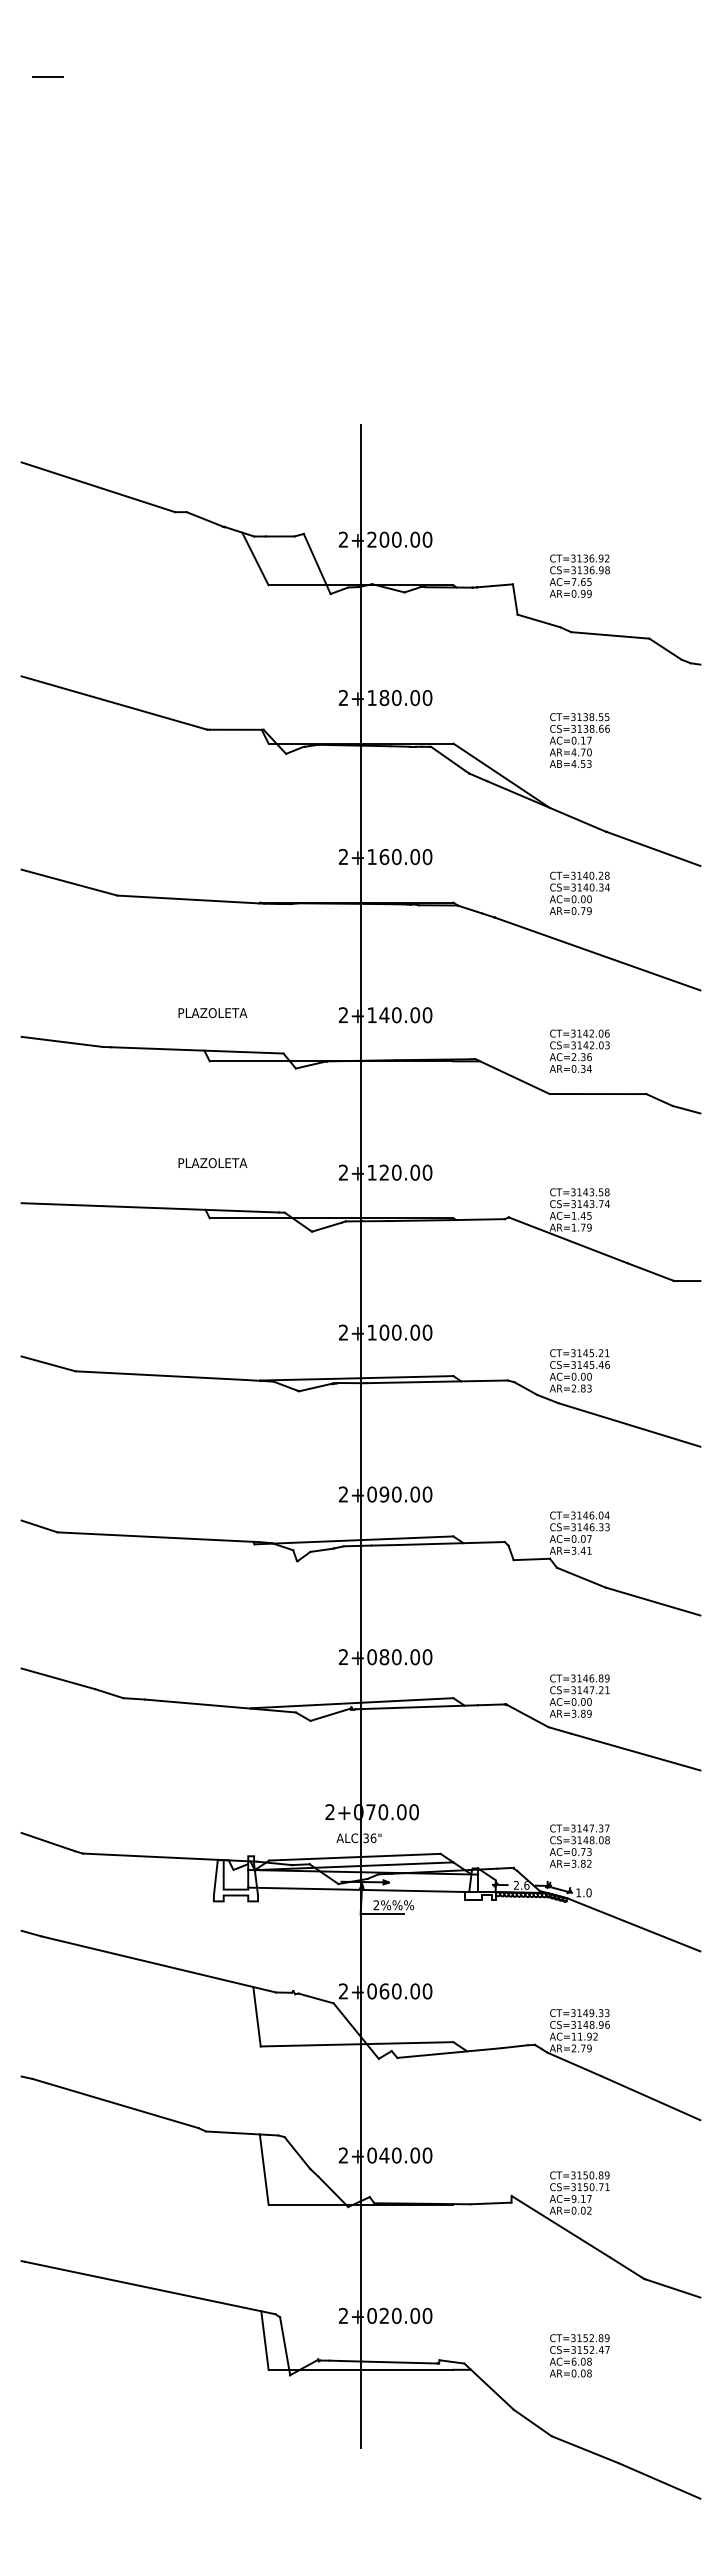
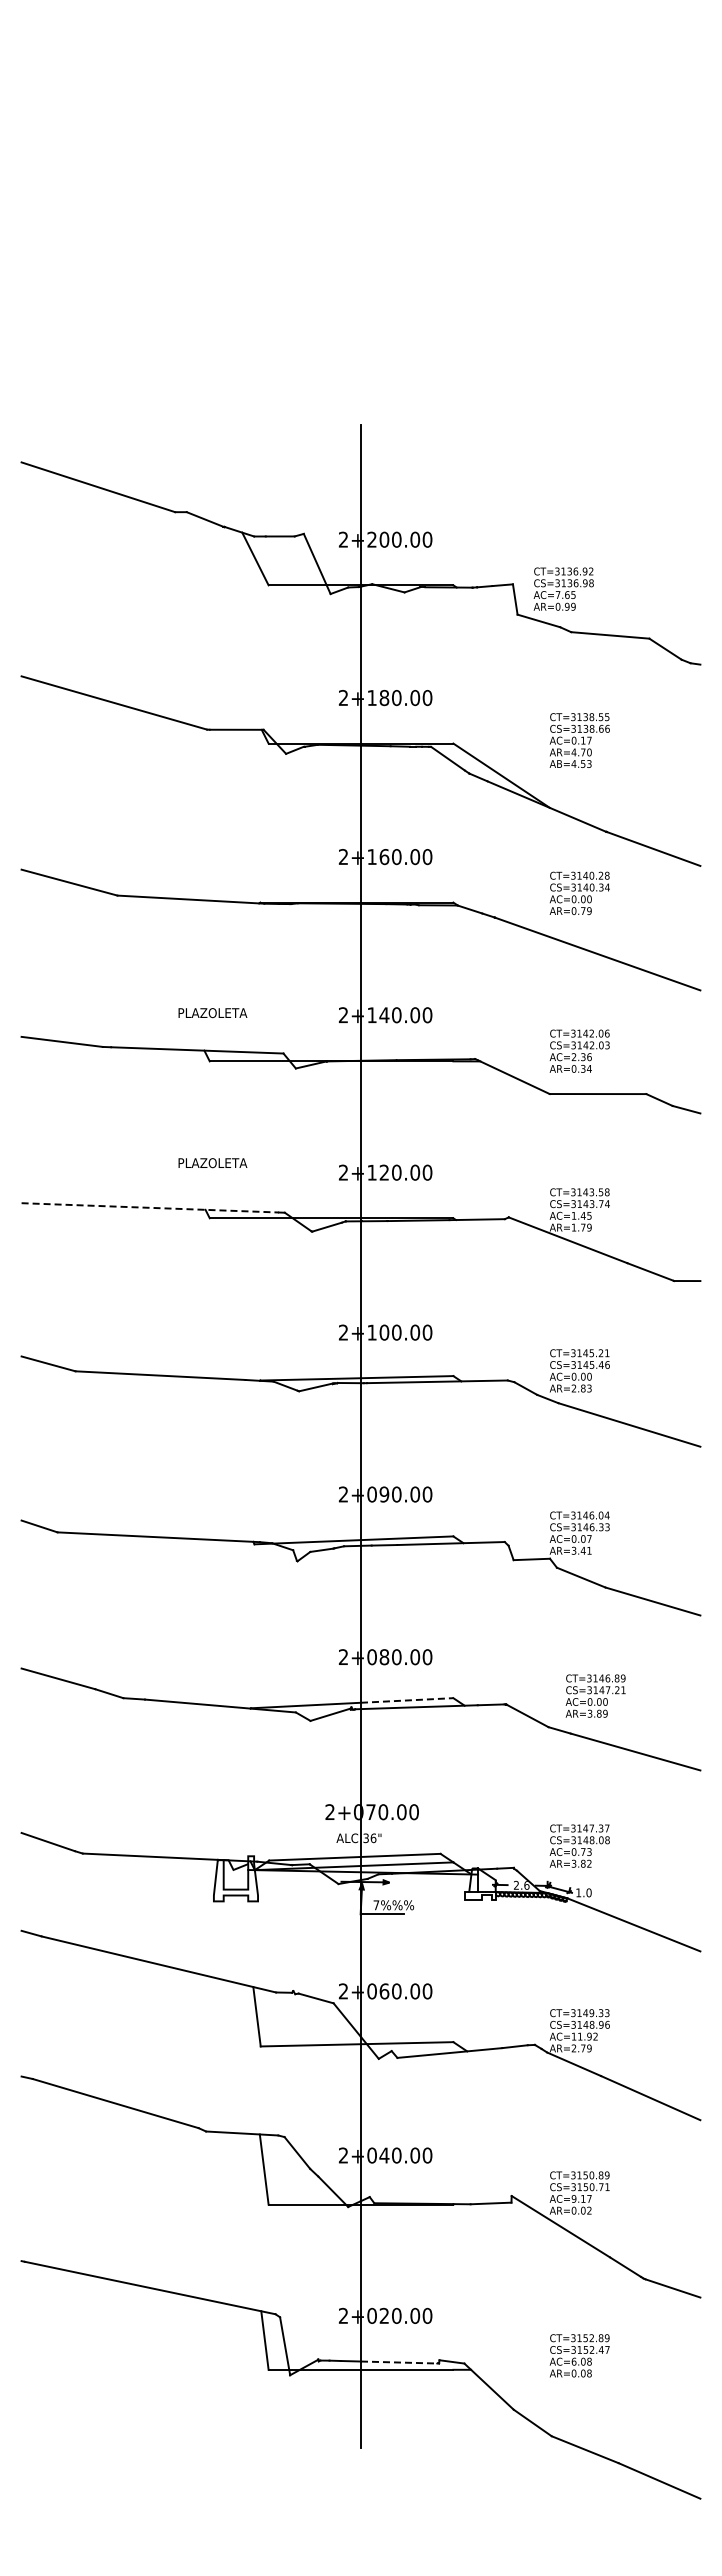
line at (47, 77): present -> none
text at (579, 575) position: (579, 575) -> (563, 588)
line at (150, 1207): solid -> dashed
text at (579, 1695) position: (579, 1695) -> (595, 1695)
line at (407, 1700): solid -> dashed
line at (356, 1889): present -> none
text at (376, 1905): 2%%% -> 7%%%
line at (399, 2362): solid -> dashed
